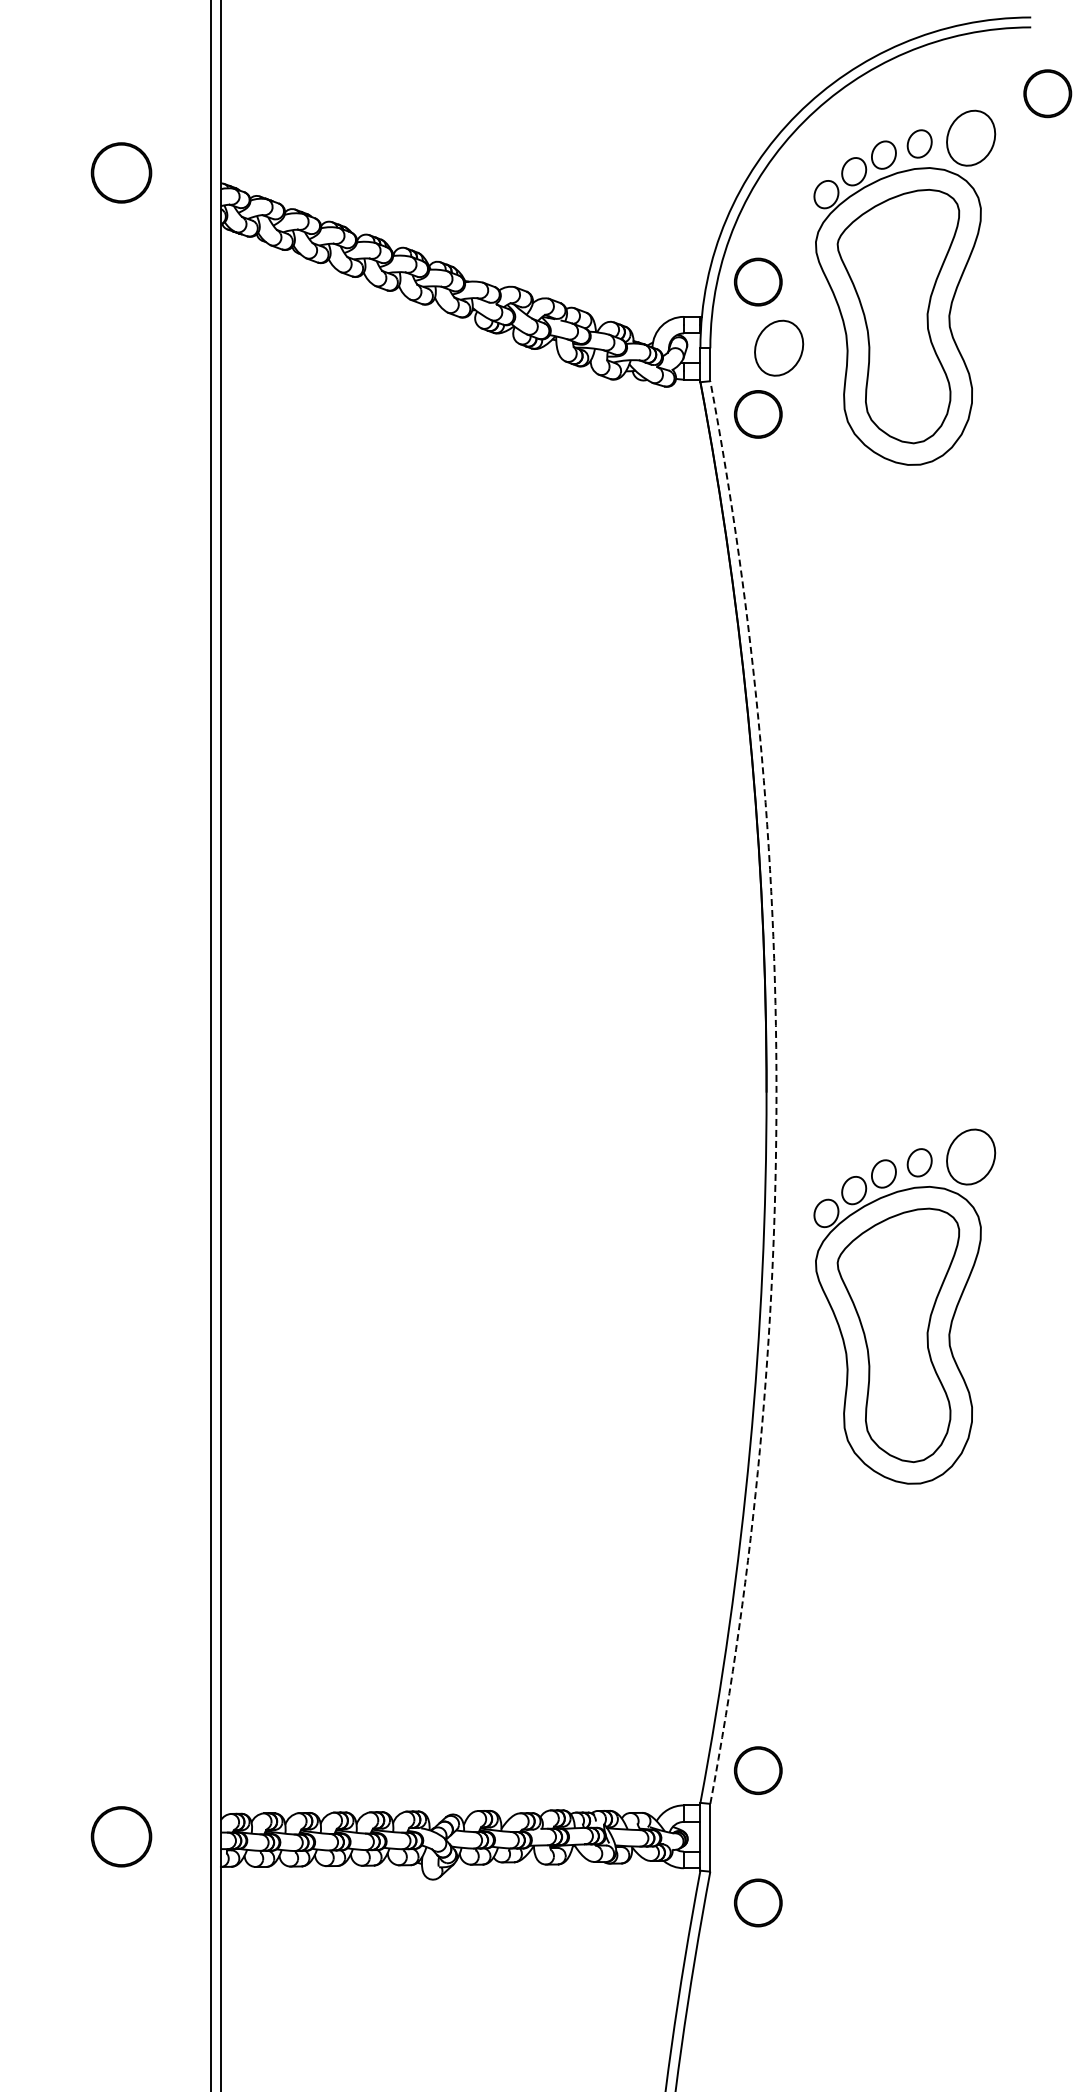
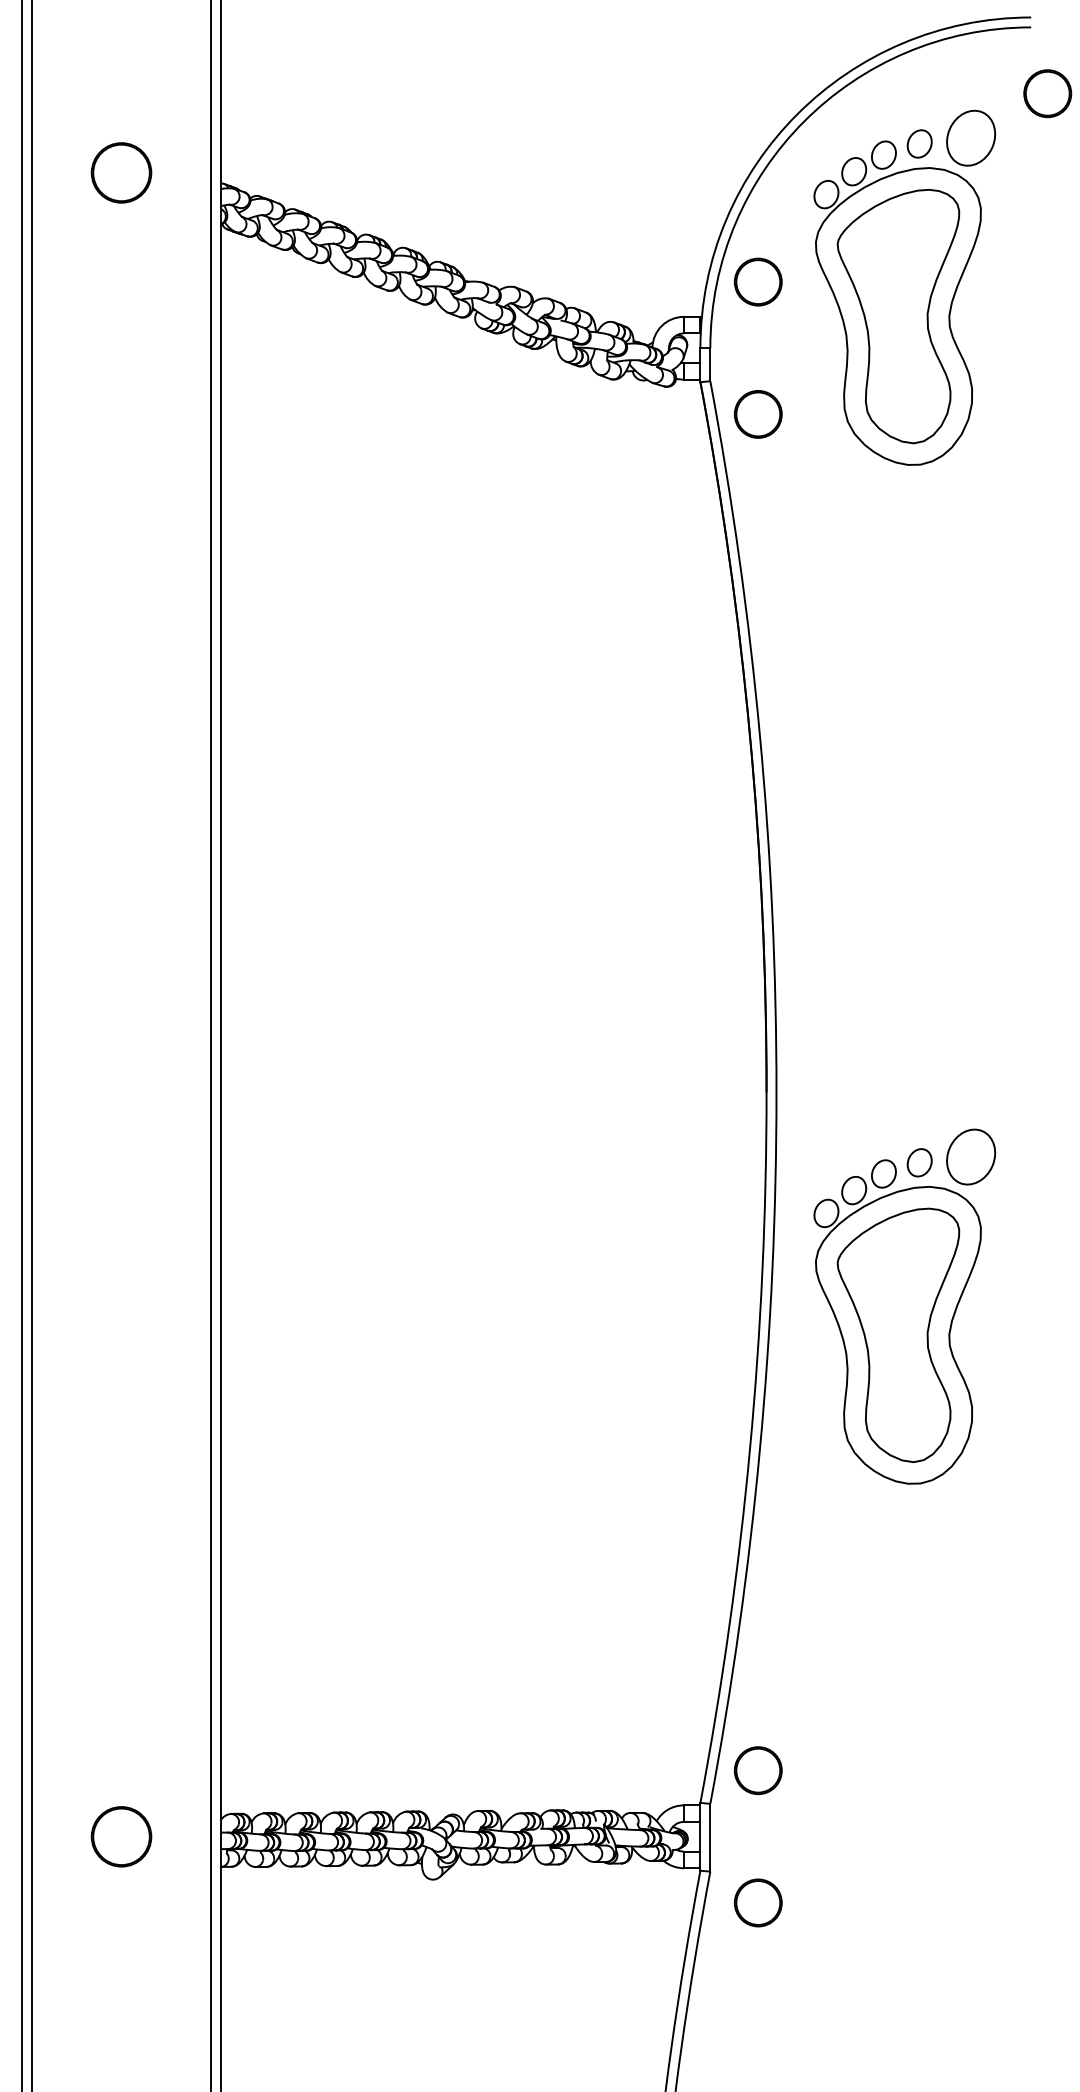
part at (779, 347): present -> none
line at (22, 1045): none -> present
line at (32, 1045): none -> present
arc at (776, 1092): dashed -> solid
